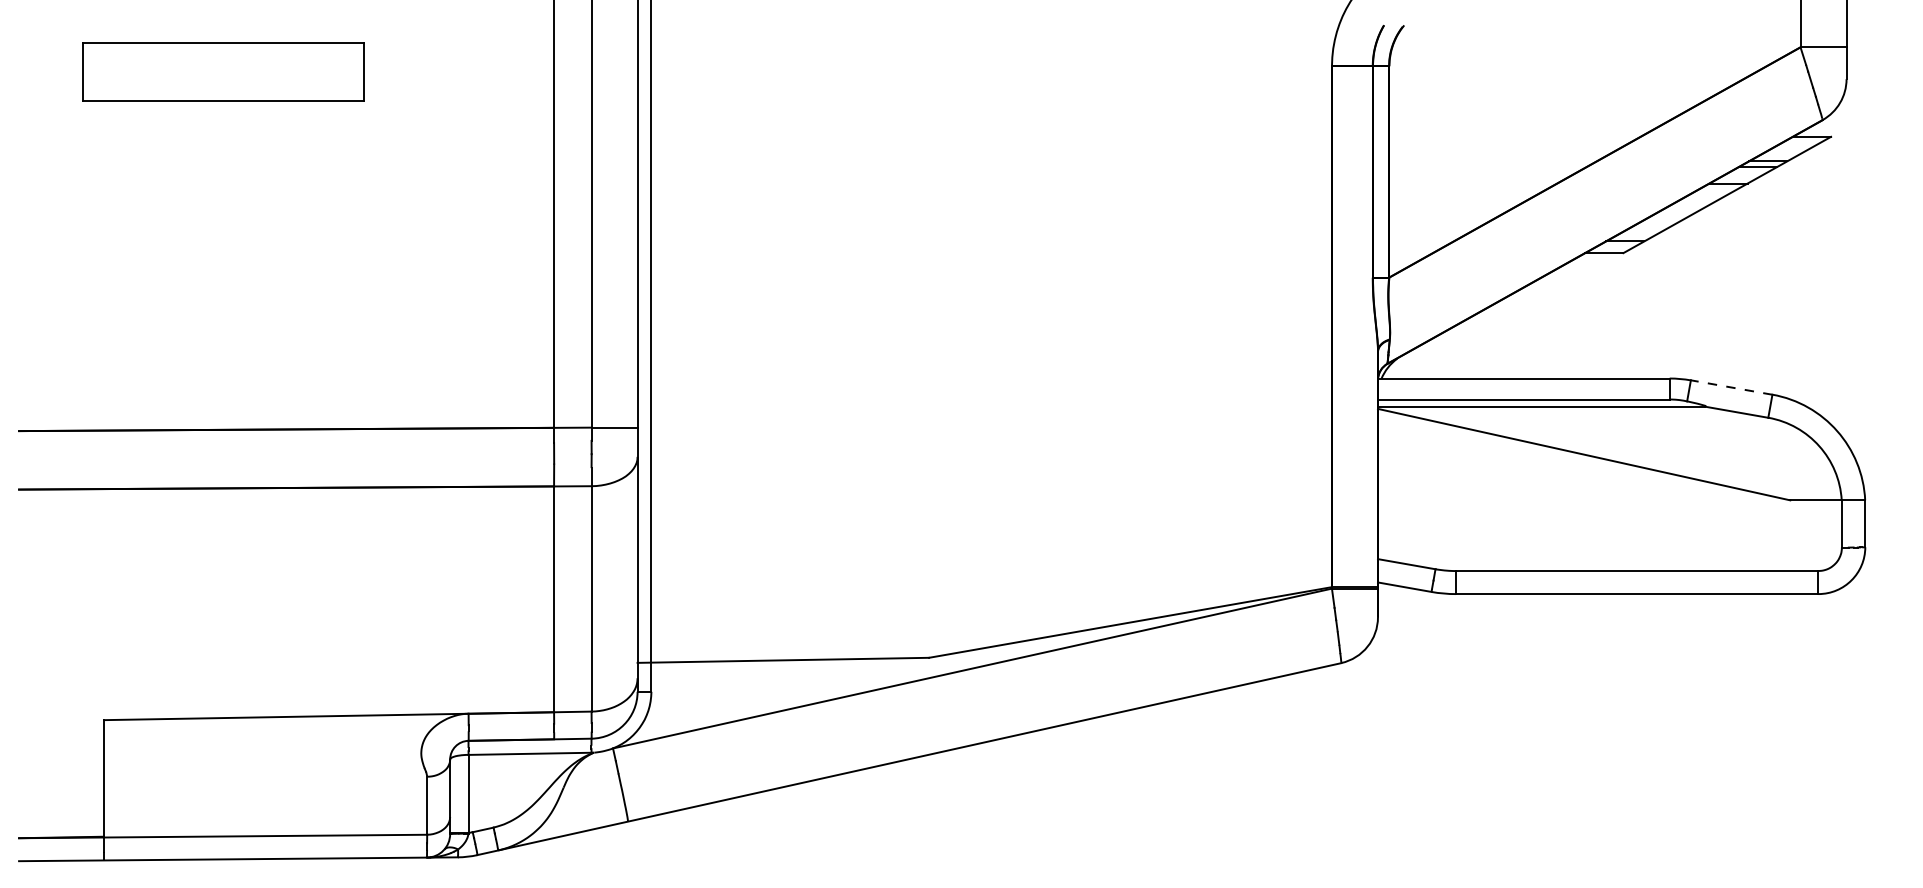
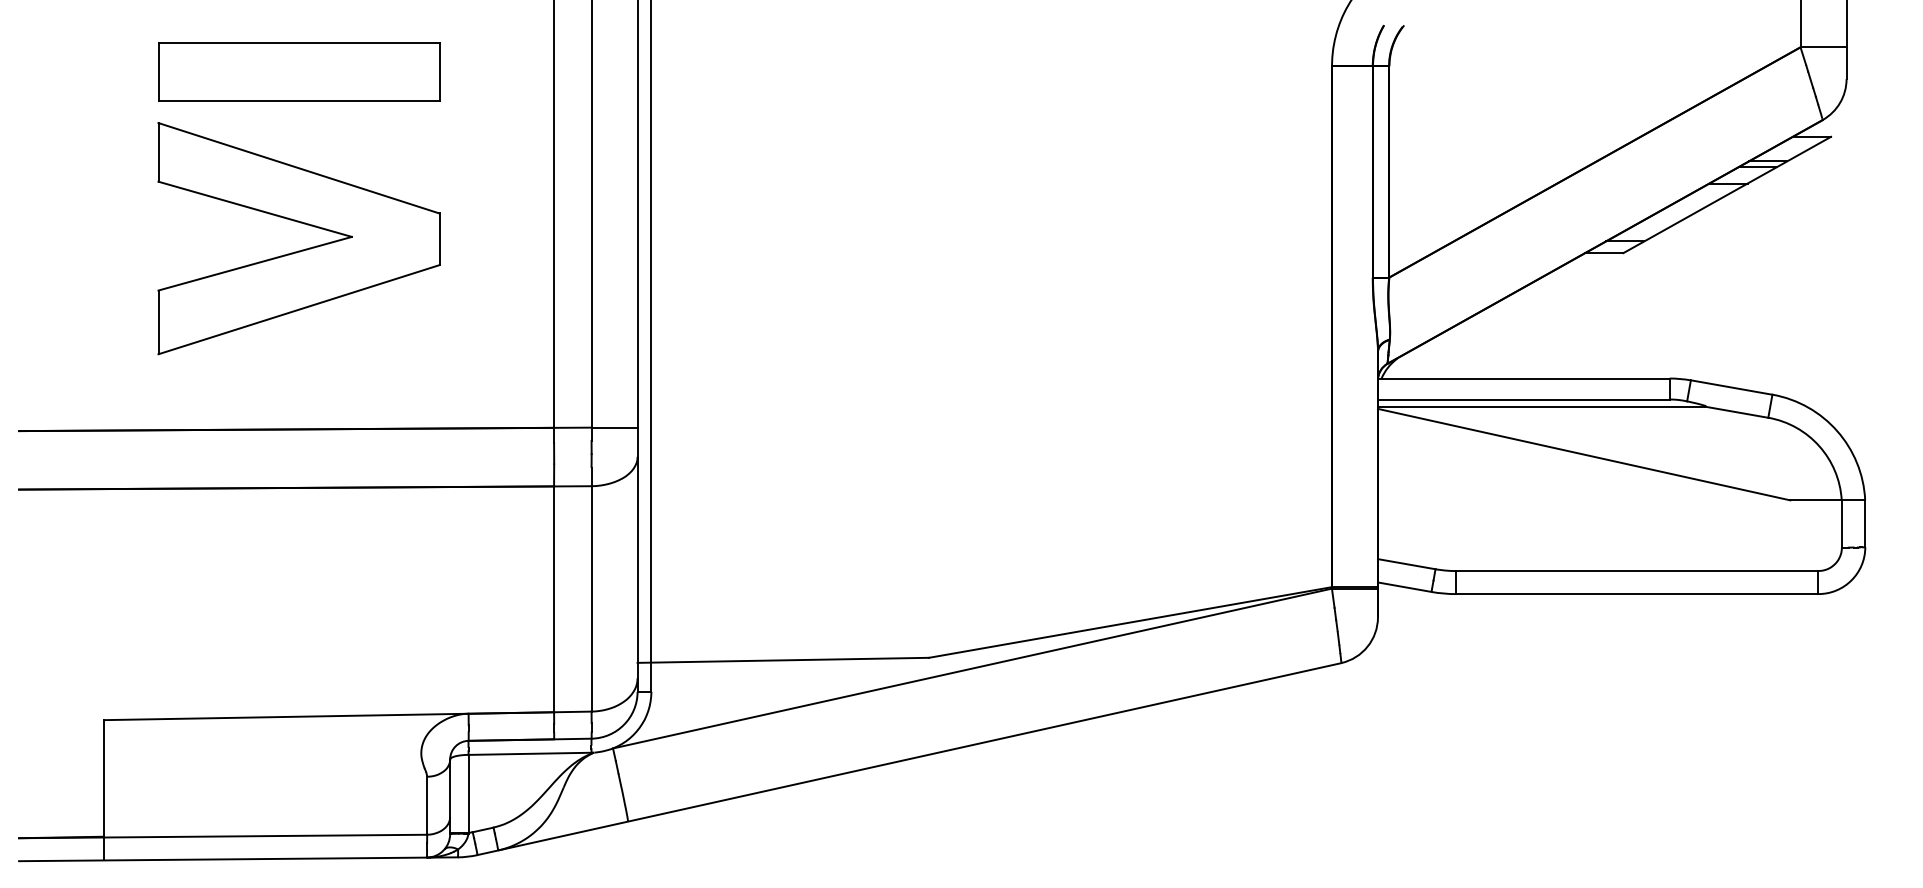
part at (223, 71) position: (223, 71) -> (299, 71)
part at (302, 249): none -> present
line at (1731, 387): dashed -> solid
